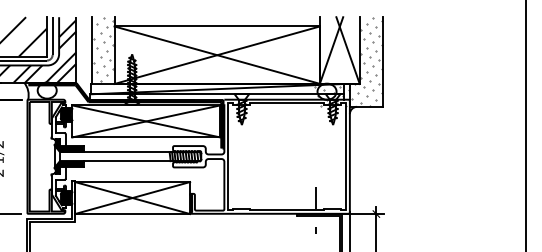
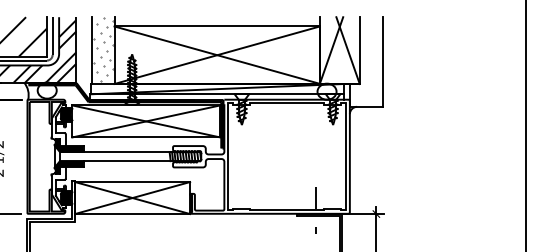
hatch at (348, 61): present -> none
line at (349, 230): present -> none
